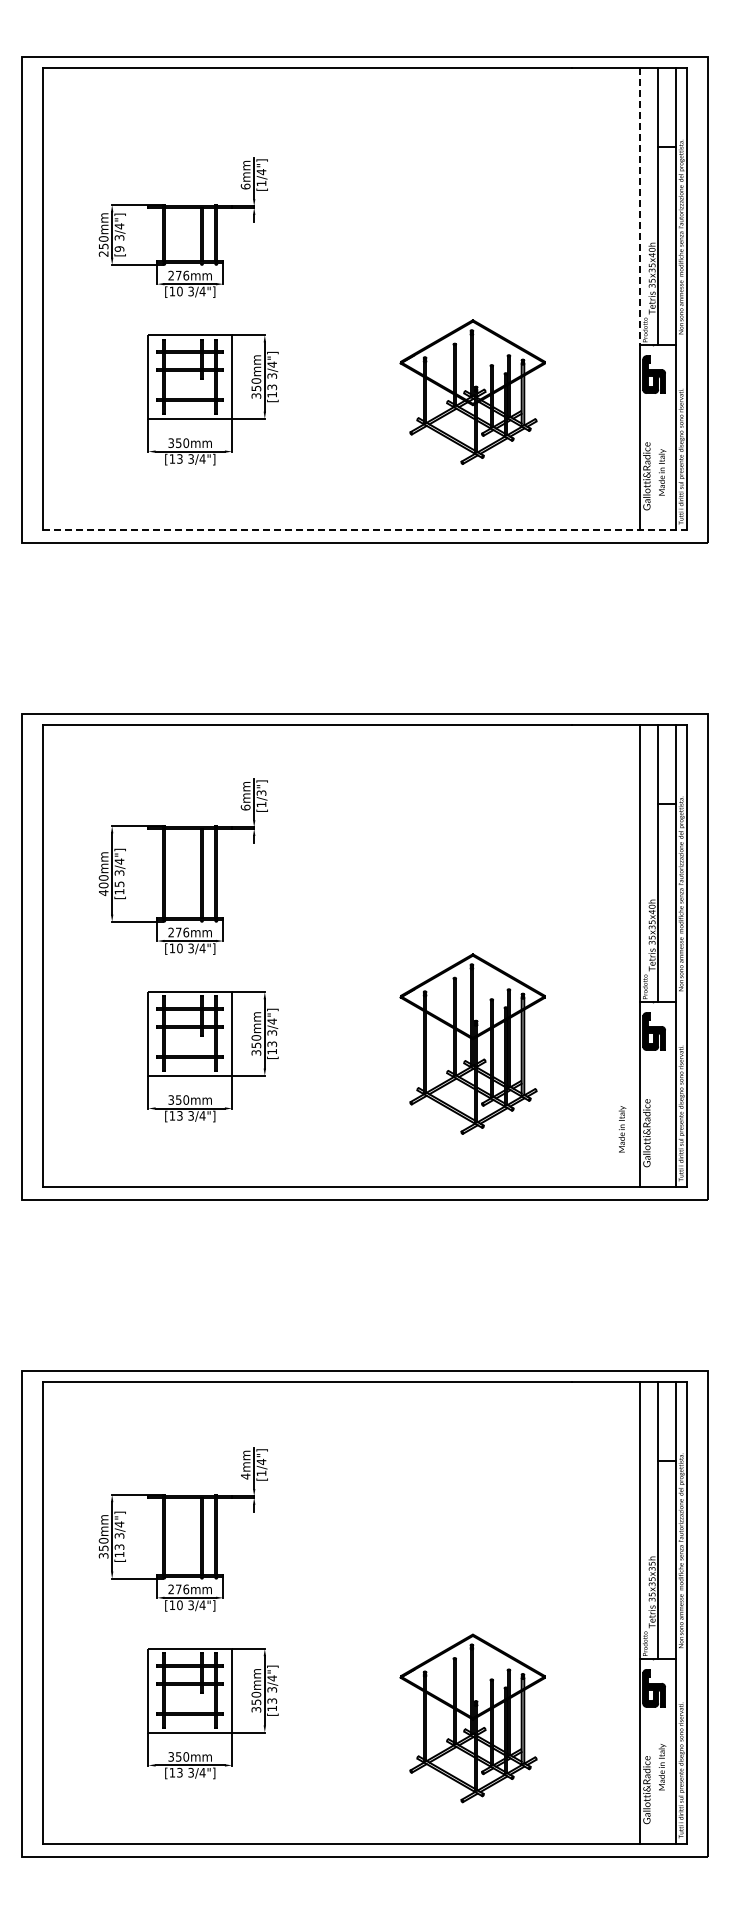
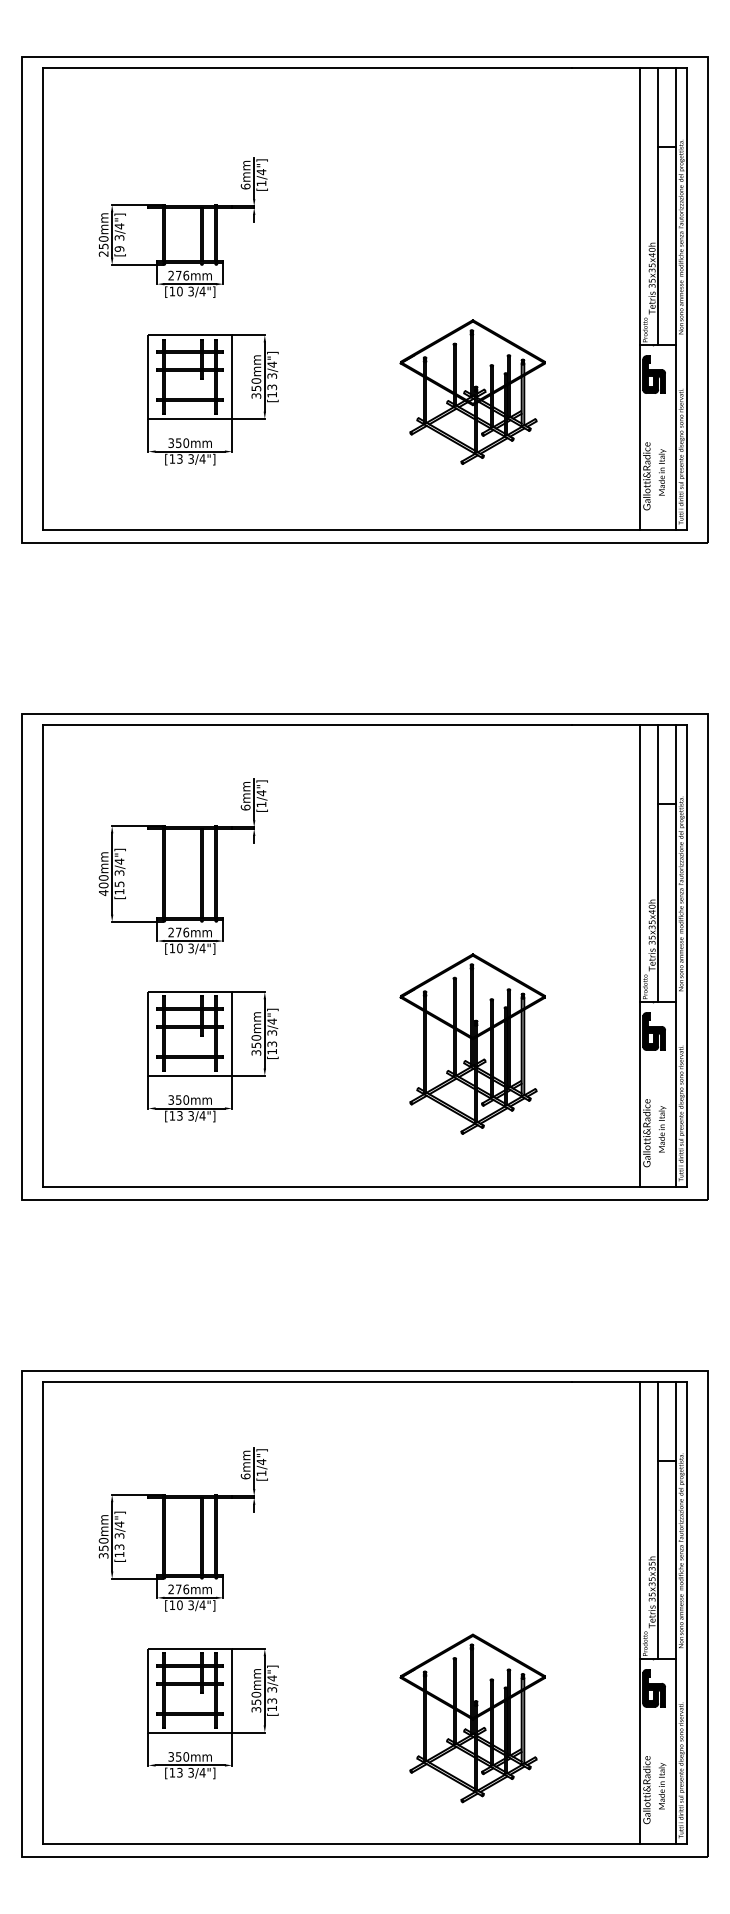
line at (639, 206): dashed -> solid
line at (365, 530): dashed -> solid
text at (261, 793): [1/3"] -> [1/4"]
text at (622, 1129) position: (622, 1129) -> (662, 1129)
text at (245, 1476): 4mm -> 6mm
text at (662, 1767) position: (662, 1767) -> (662, 1786)
